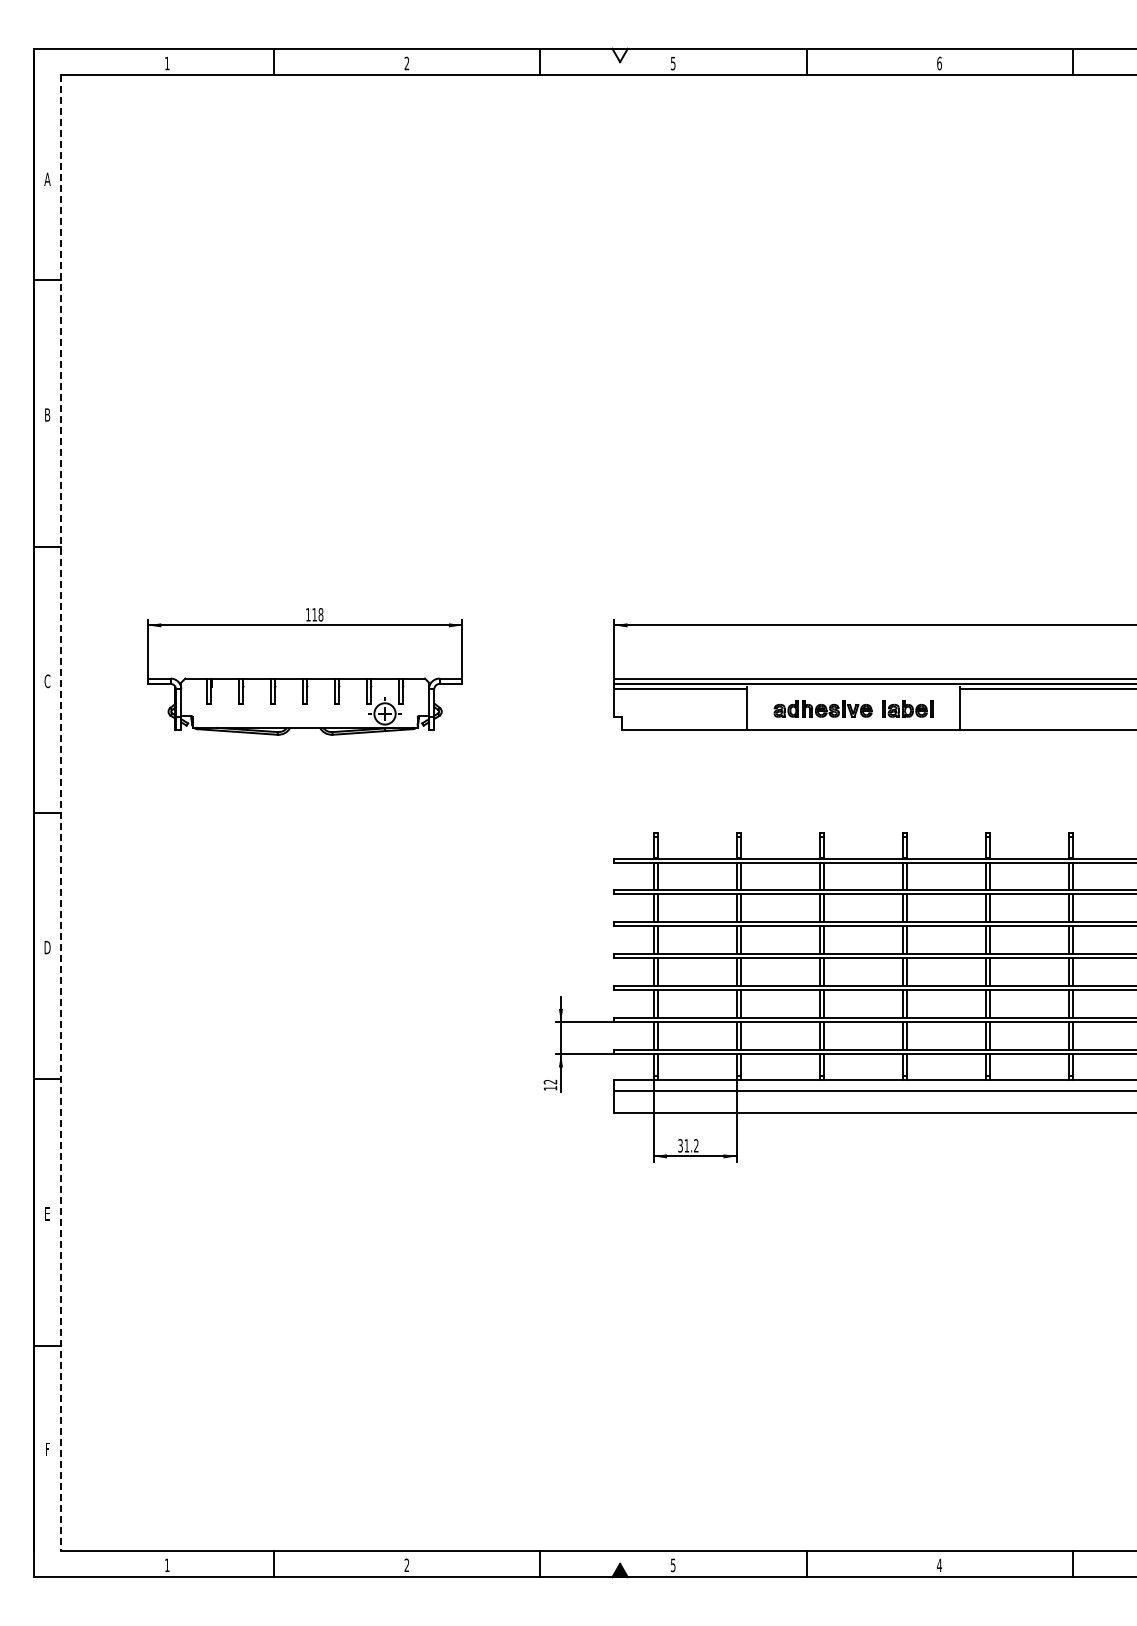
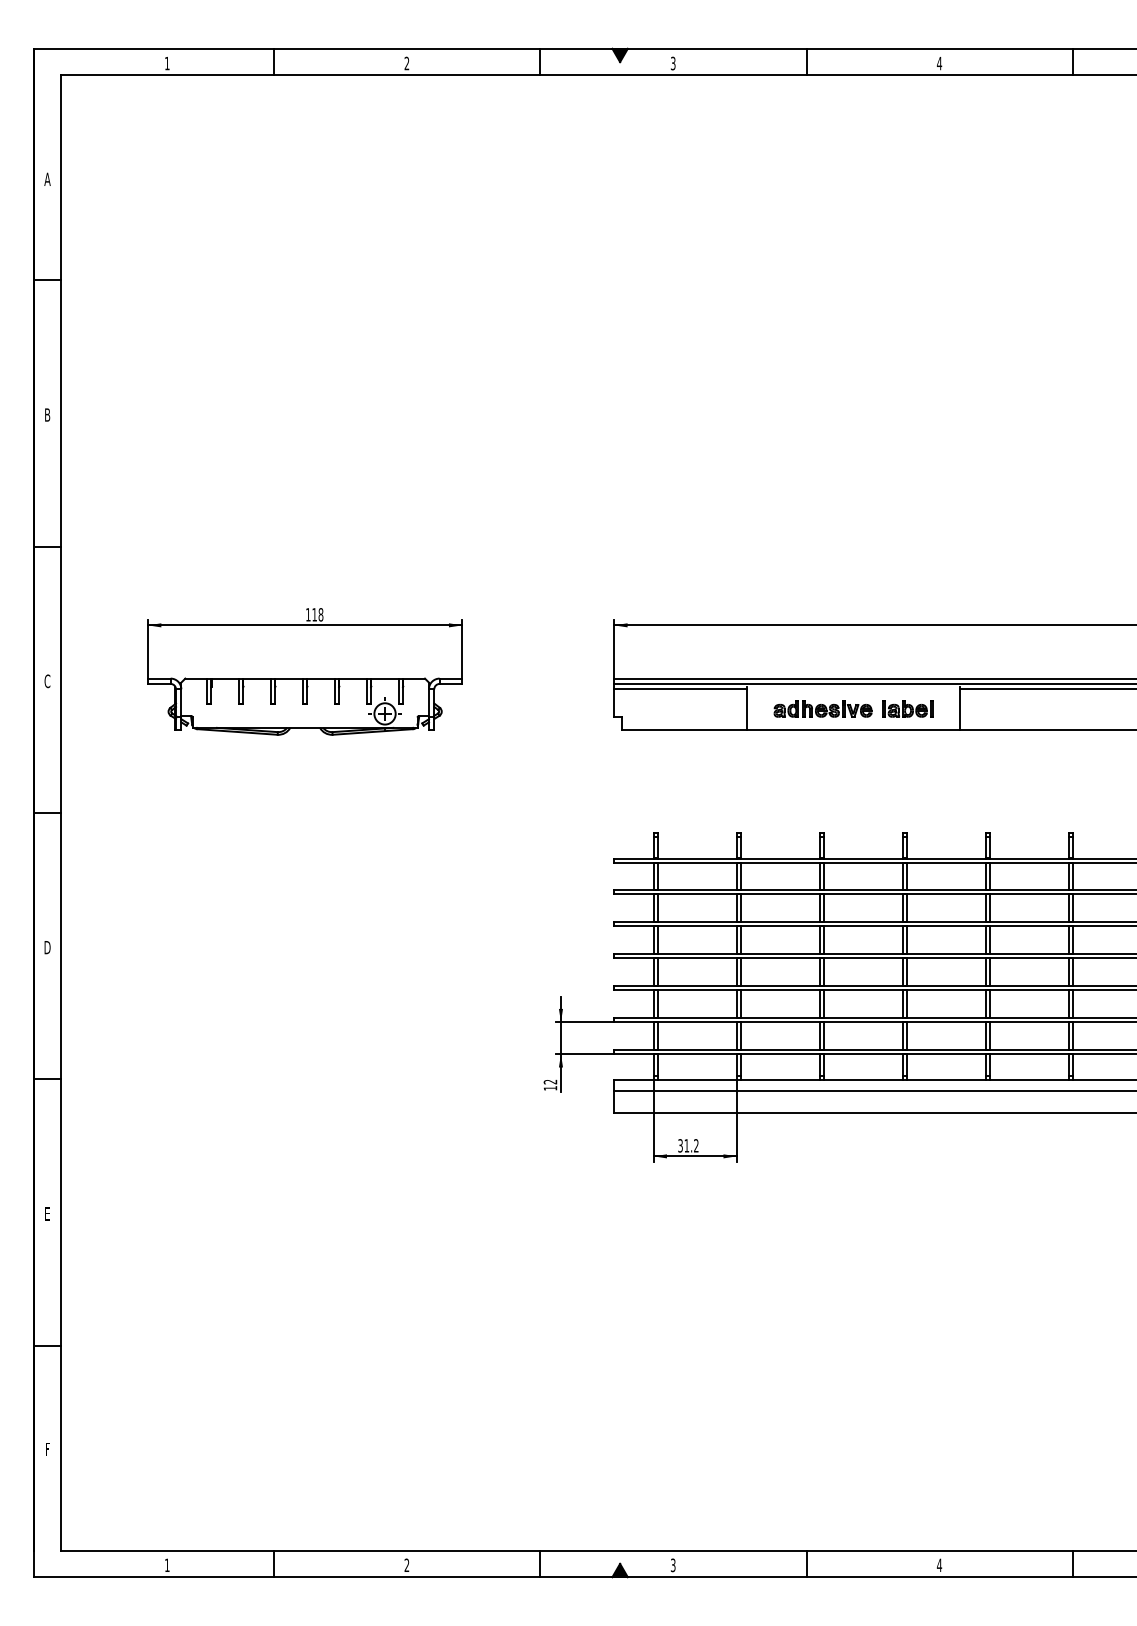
fill at (619, 55): none -> present
text at (673, 62): 5 -> 3
text at (939, 63): 6 -> 4
line at (60, 813): dashed -> solid
text at (673, 1564): 5 -> 3
